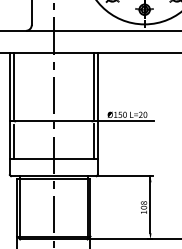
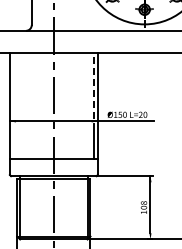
line at (14, 86): present -> none
line at (93, 86): solid -> dashed
line at (14, 141): present -> none
